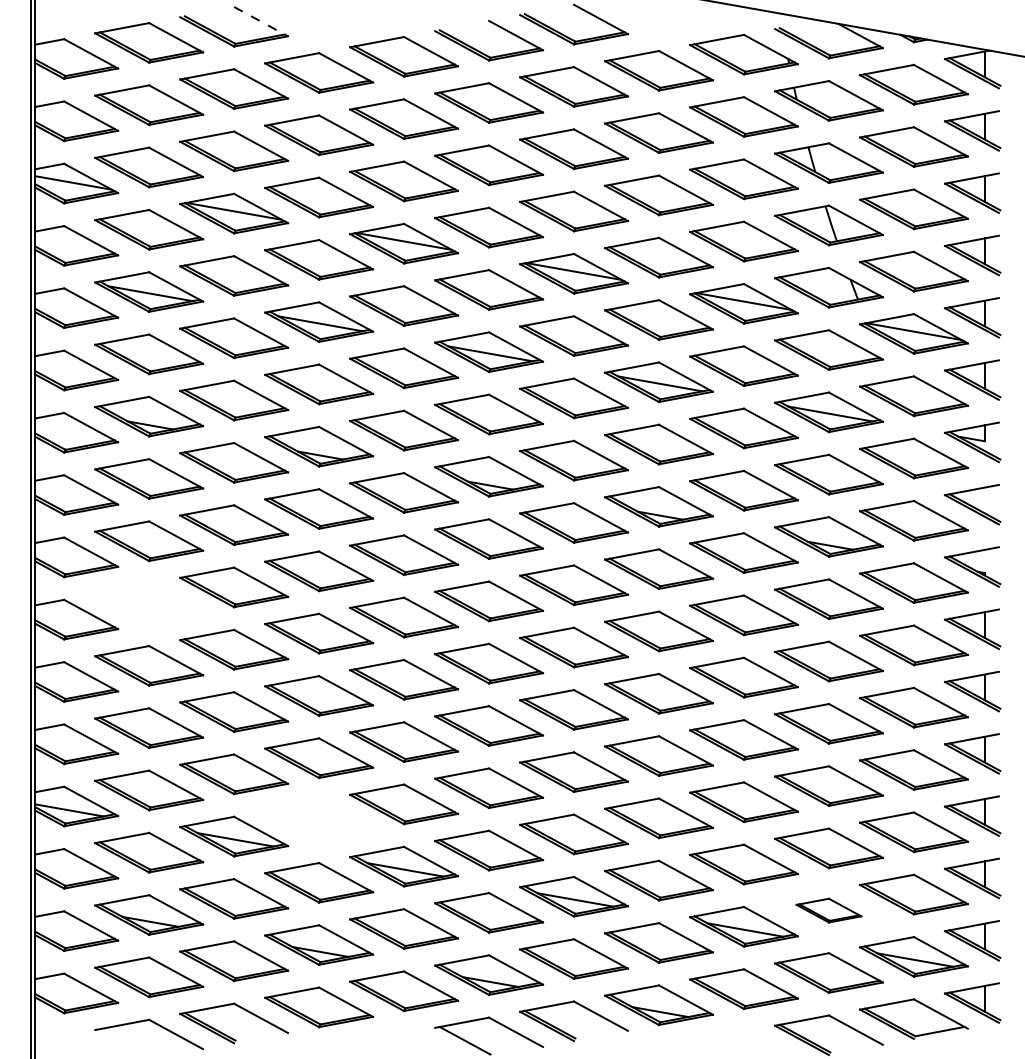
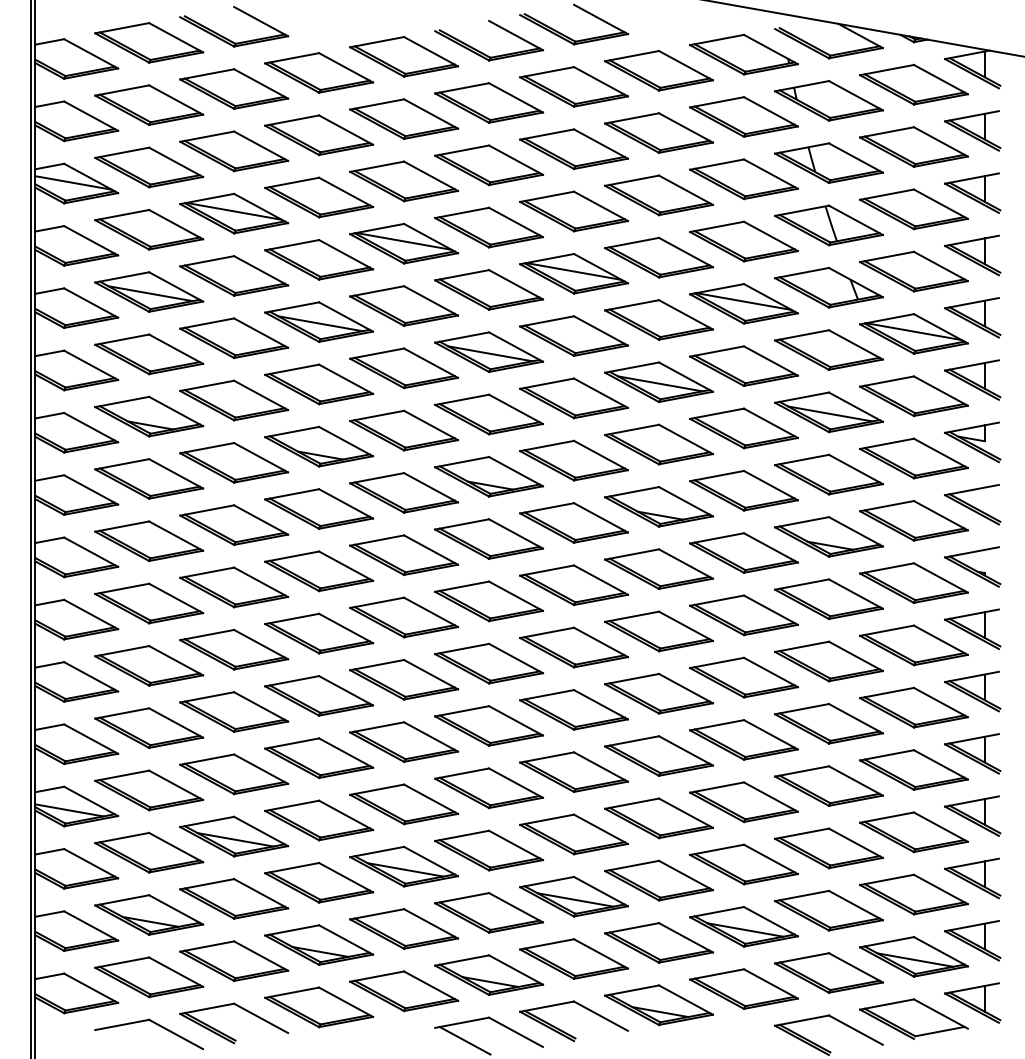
line at (261, 21): dashed -> solid
part at (149, 603): none -> present
part at (319, 820): none -> present
part at (828, 910) size: 68x27 px -> 110x43 px
